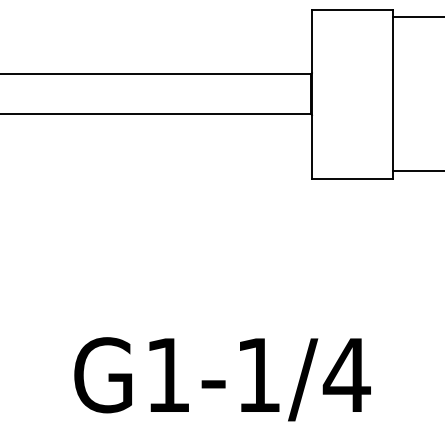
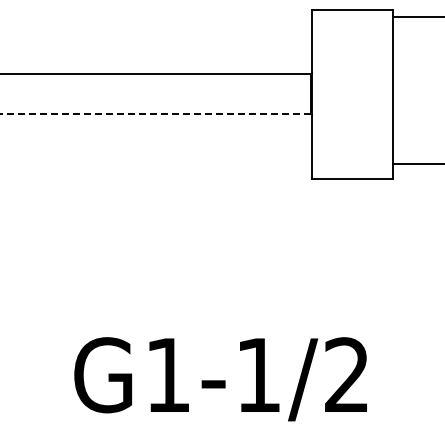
line at (155, 114): solid -> dashed
line at (417, 171) position: (417, 171) -> (417, 164)
text at (346, 374): G1-1/4 -> G1-1/2
